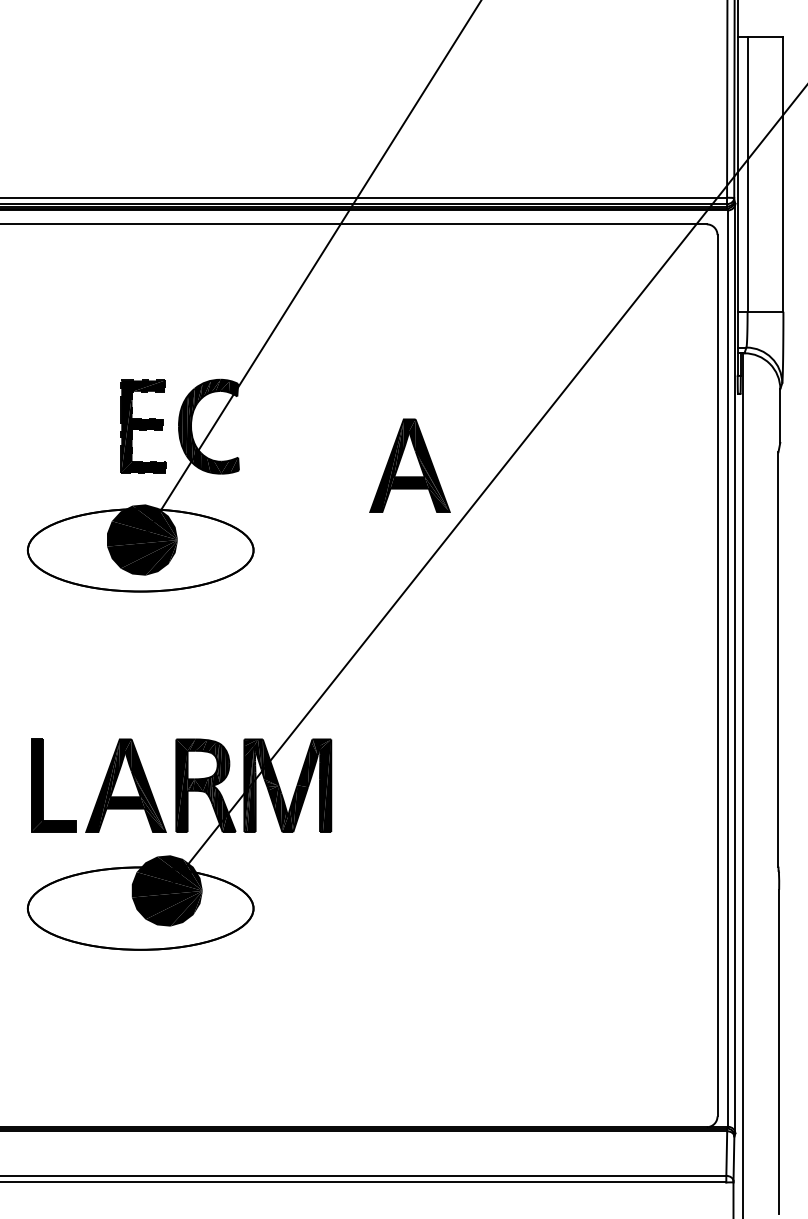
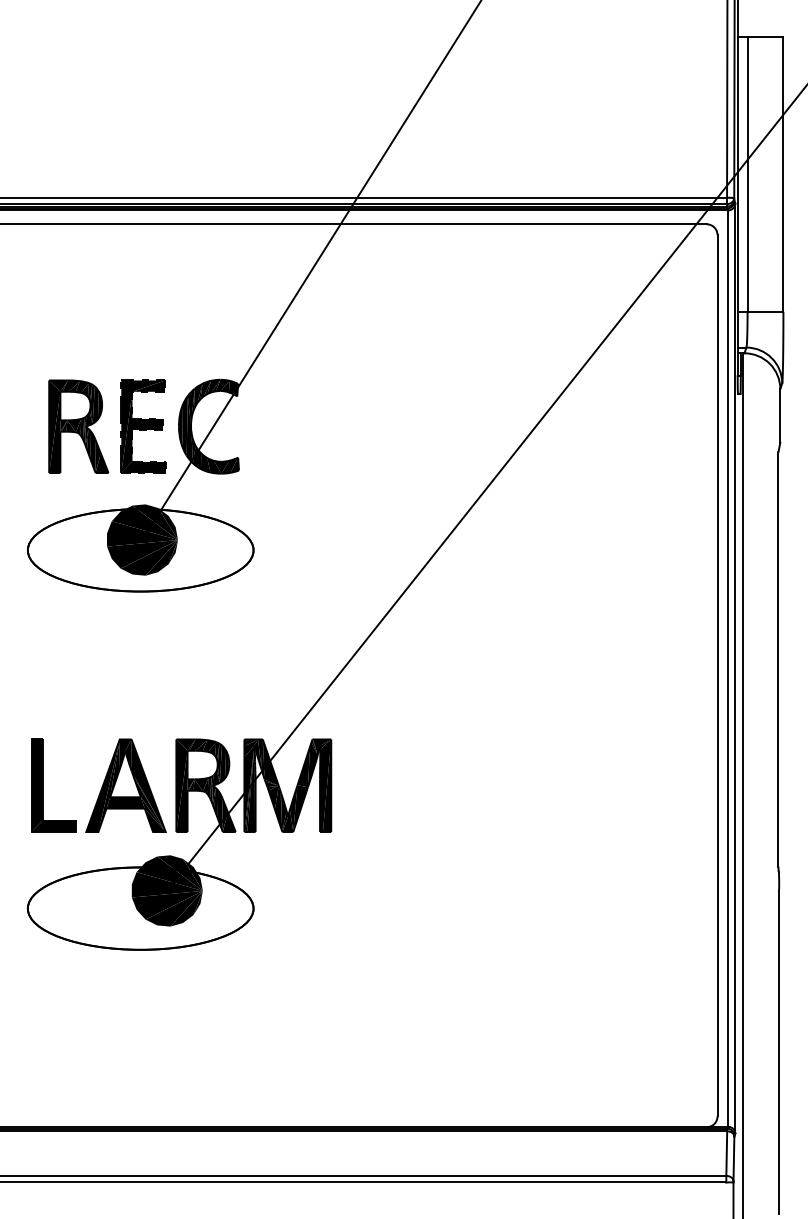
part at (78, 426): none -> present
part at (409, 465): present -> none
